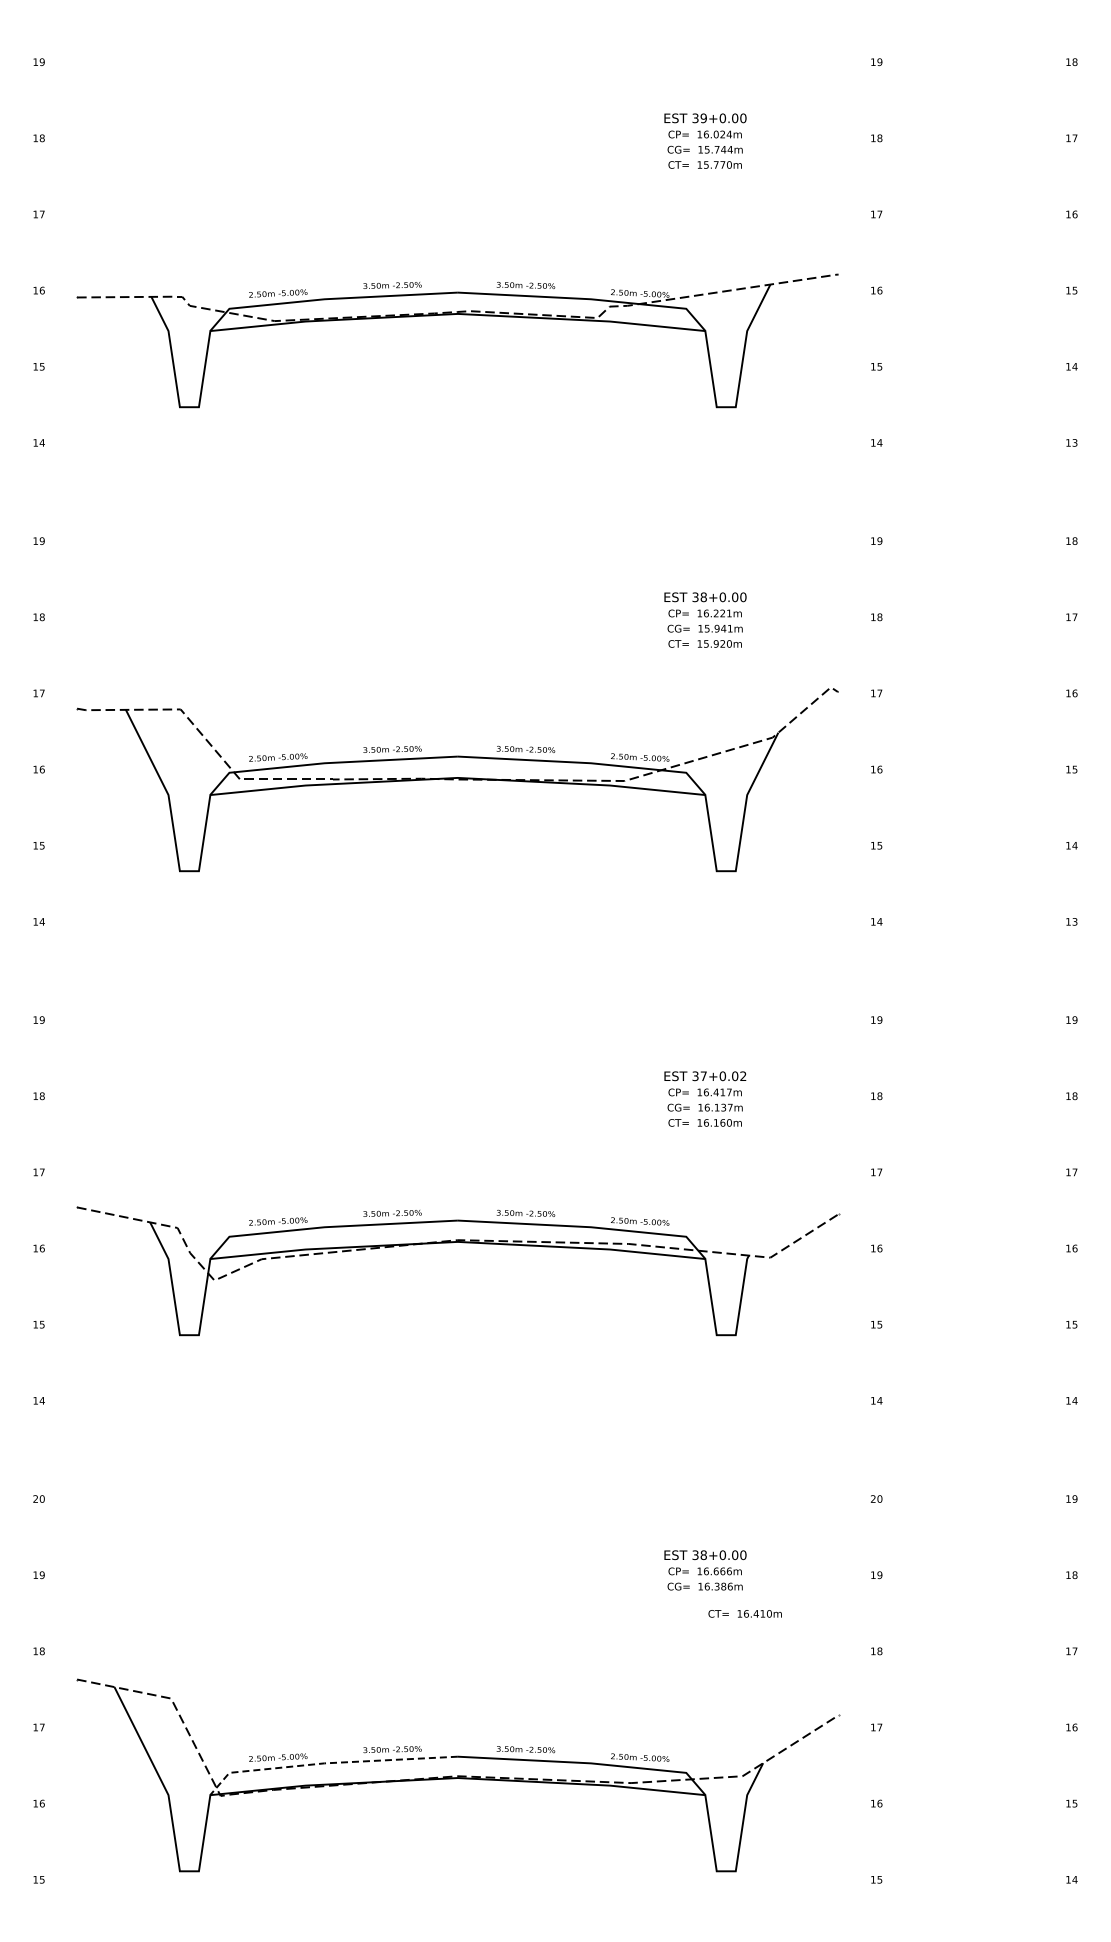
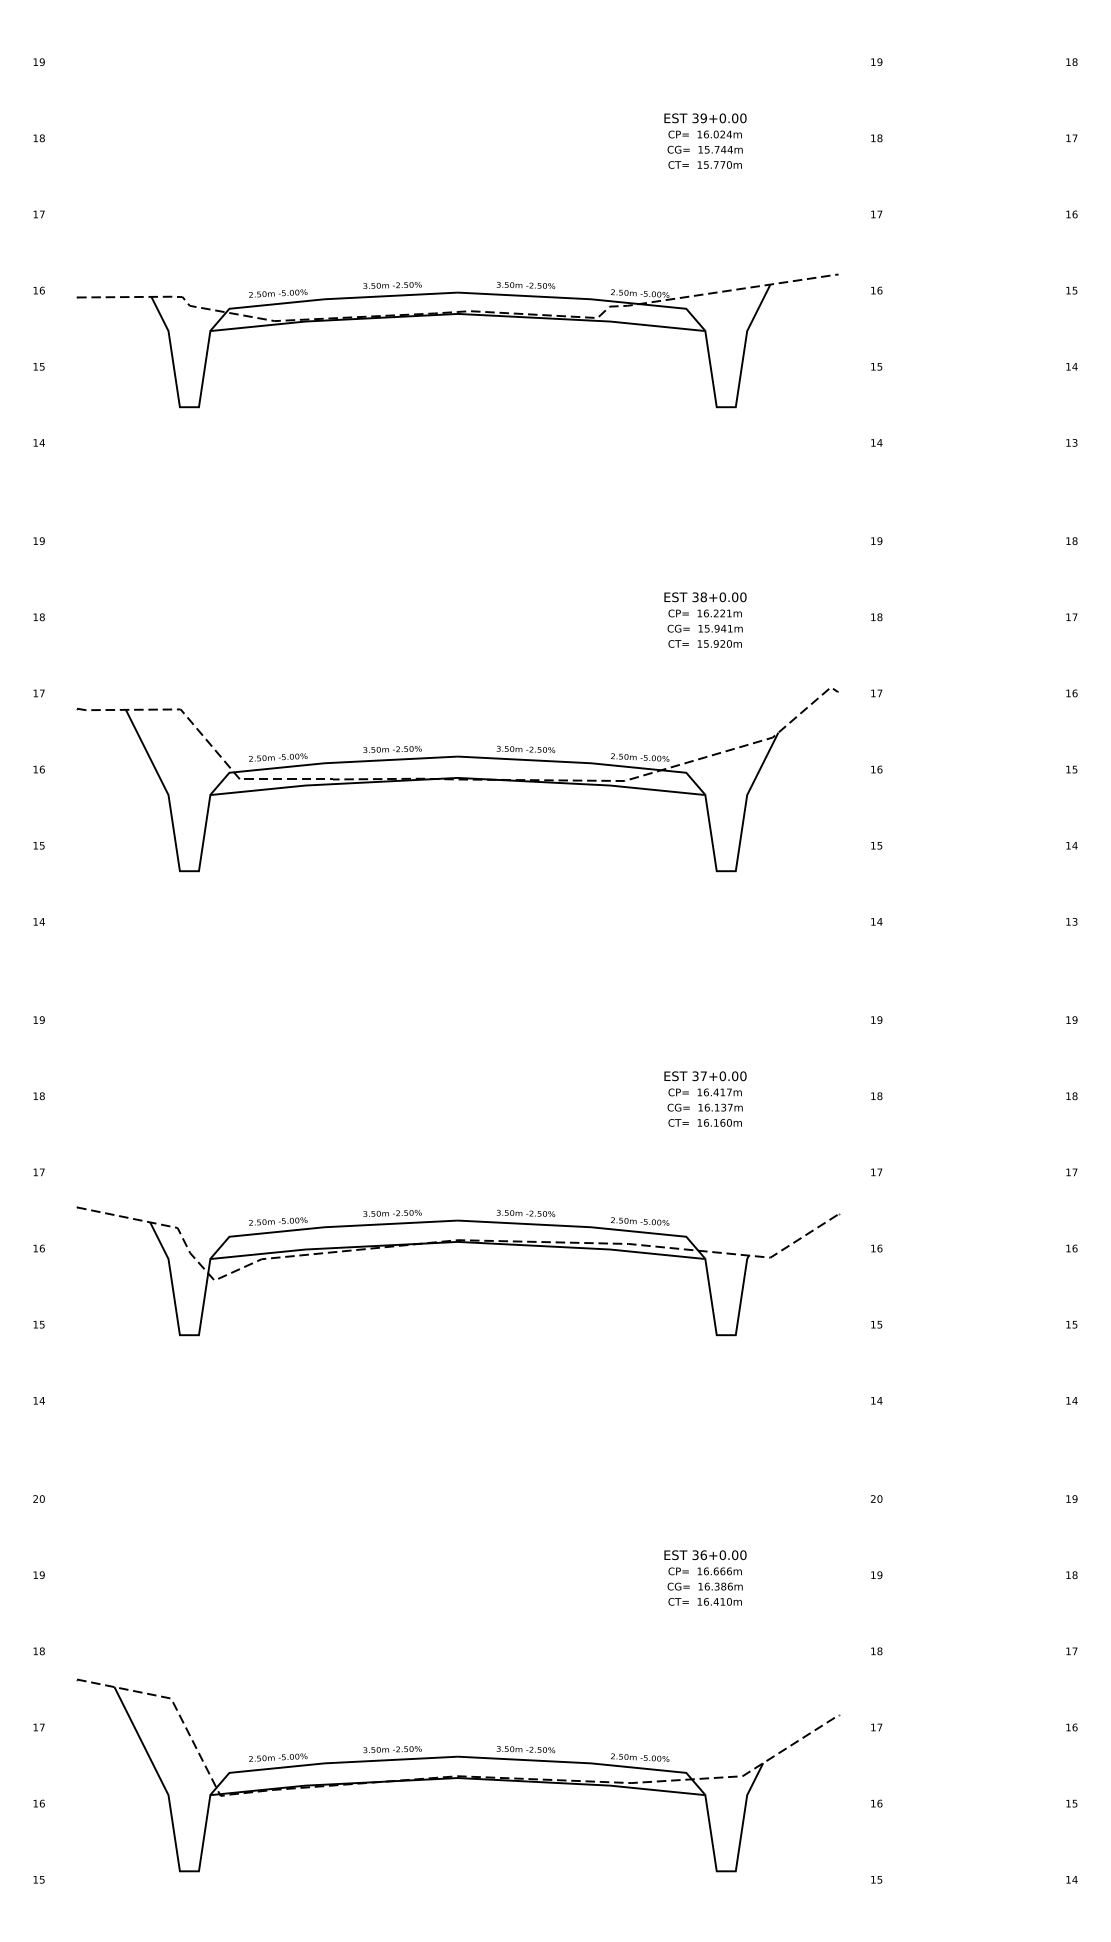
text at (743, 1076): 37+0.02 -> 37+0.00
text at (703, 1554): 38+0.00 -> 36+0.00
text at (744, 1613) position: (744, 1613) -> (704, 1601)
line at (327, 1763): dashed -> solid
